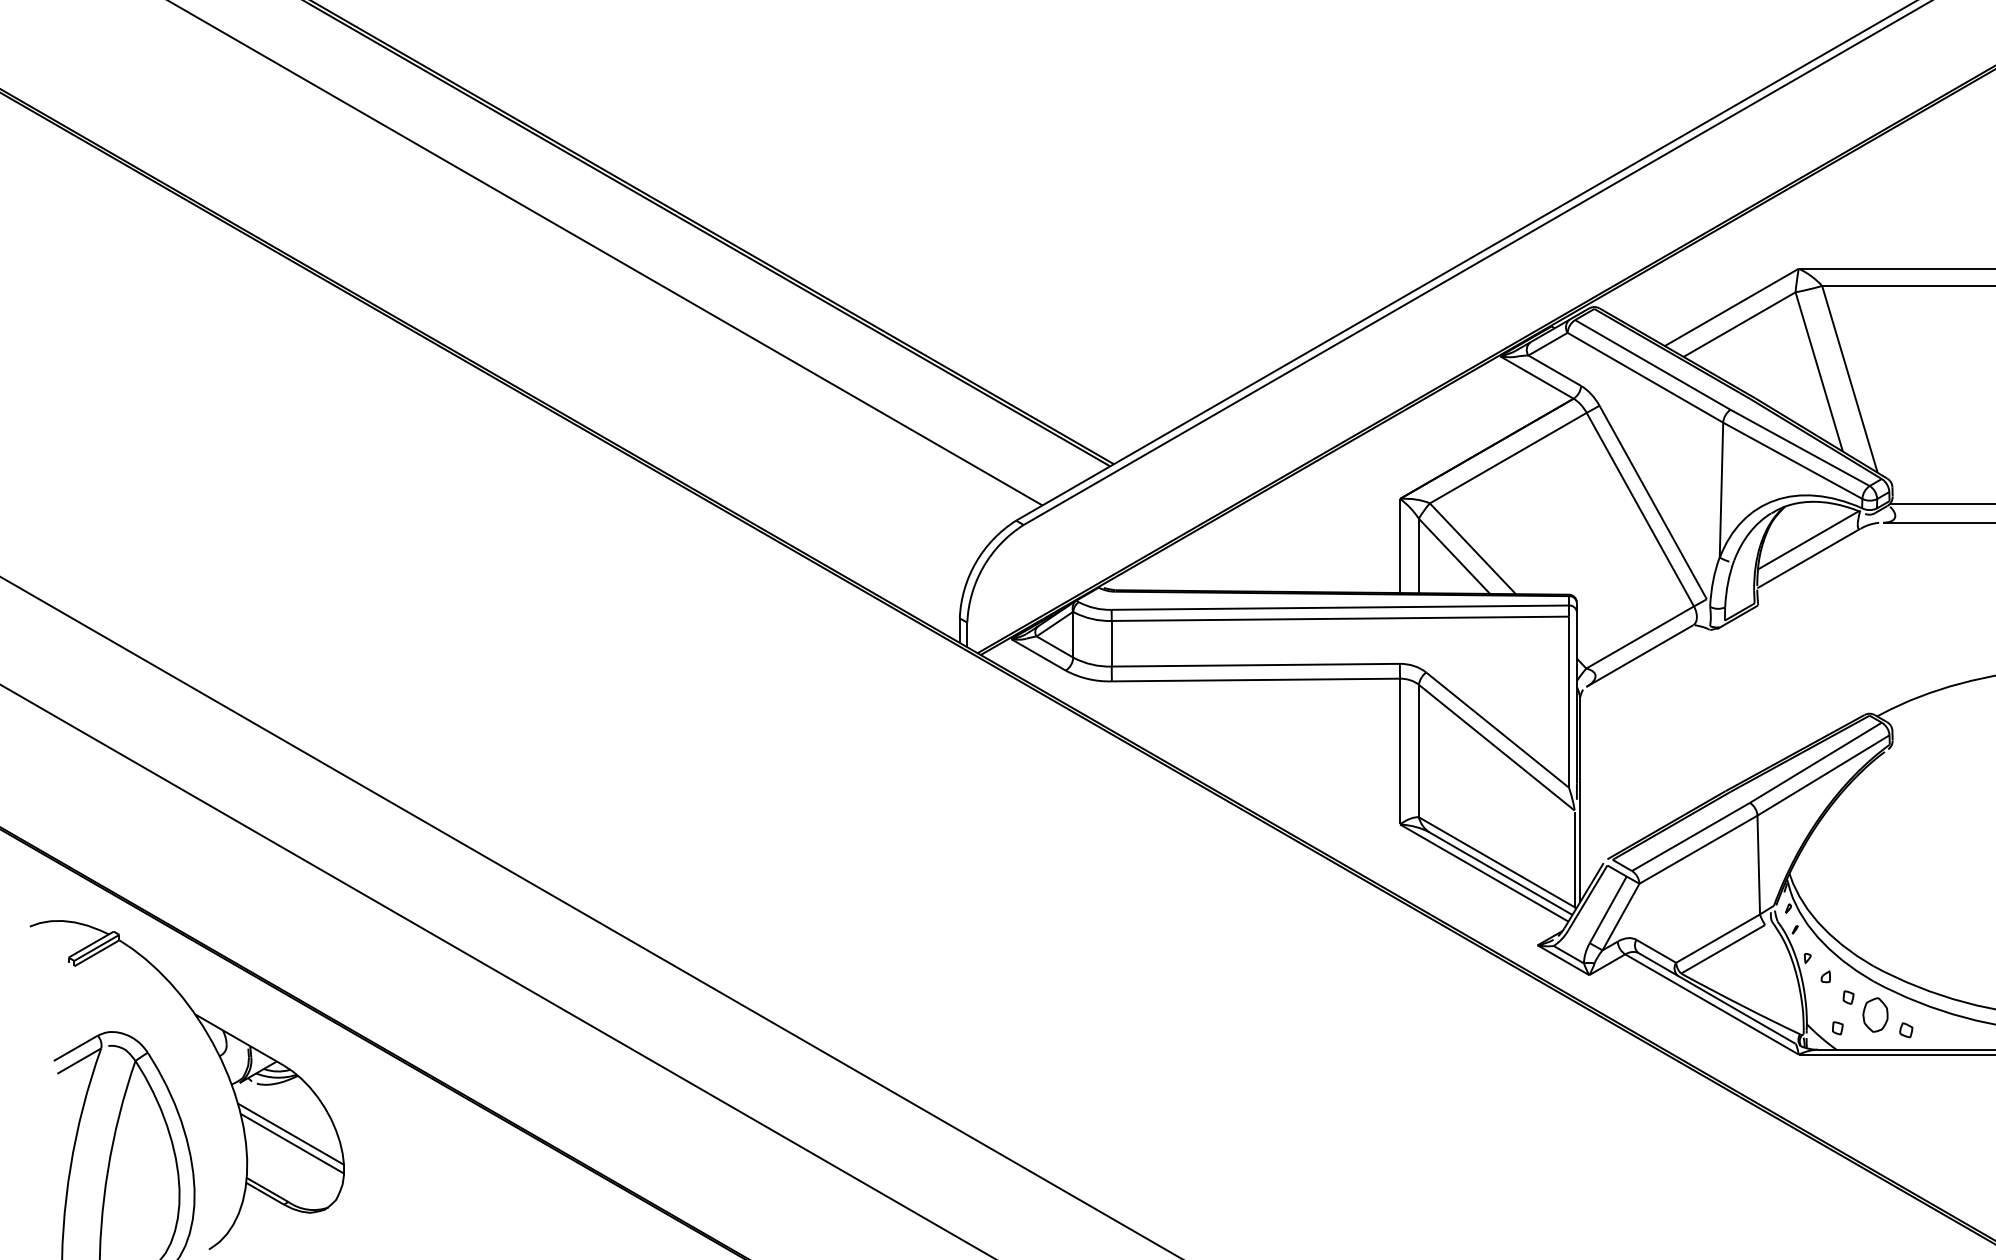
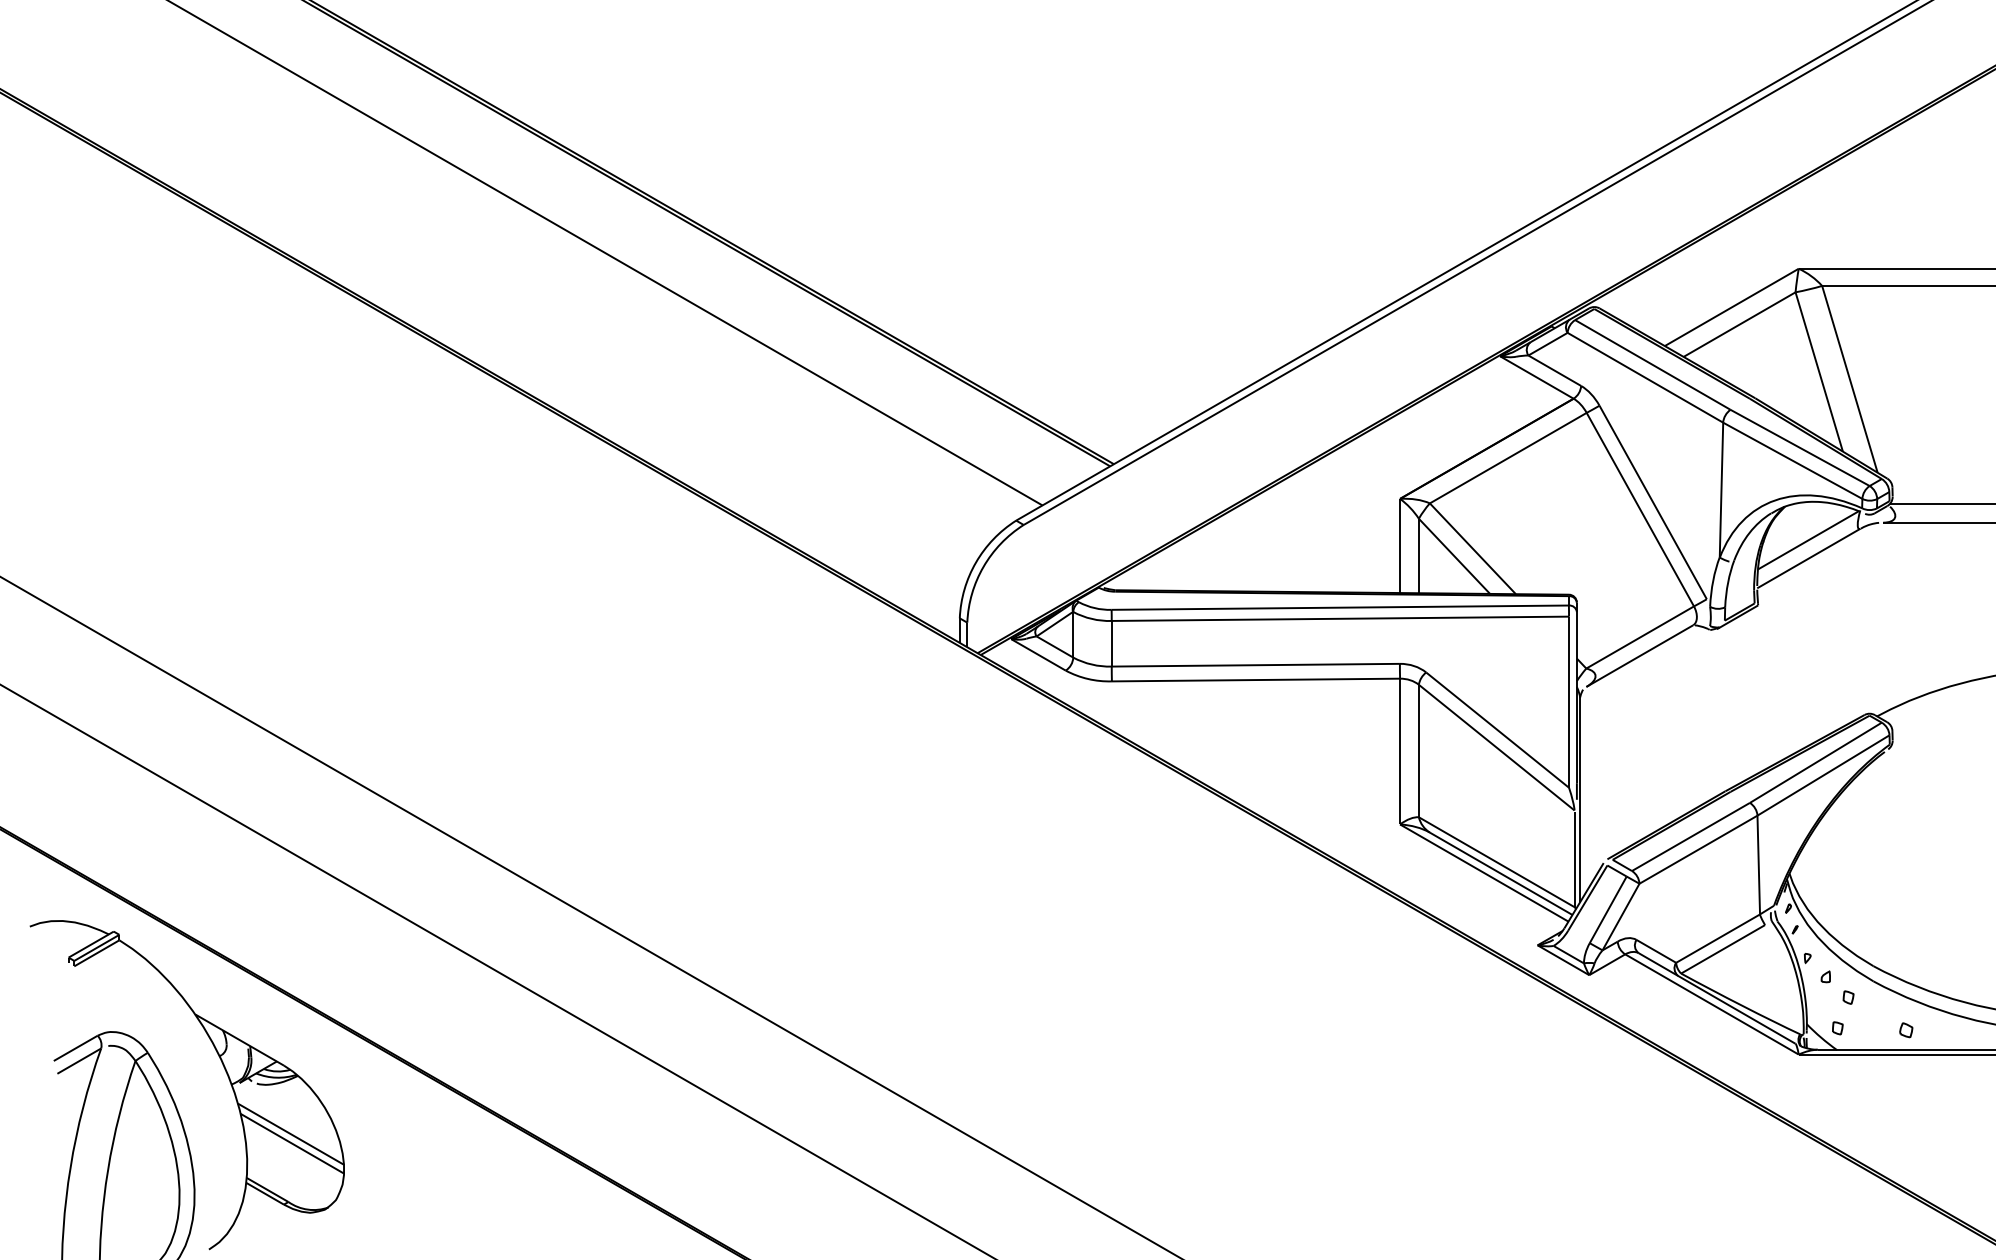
part at (1875, 1014): present -> none
